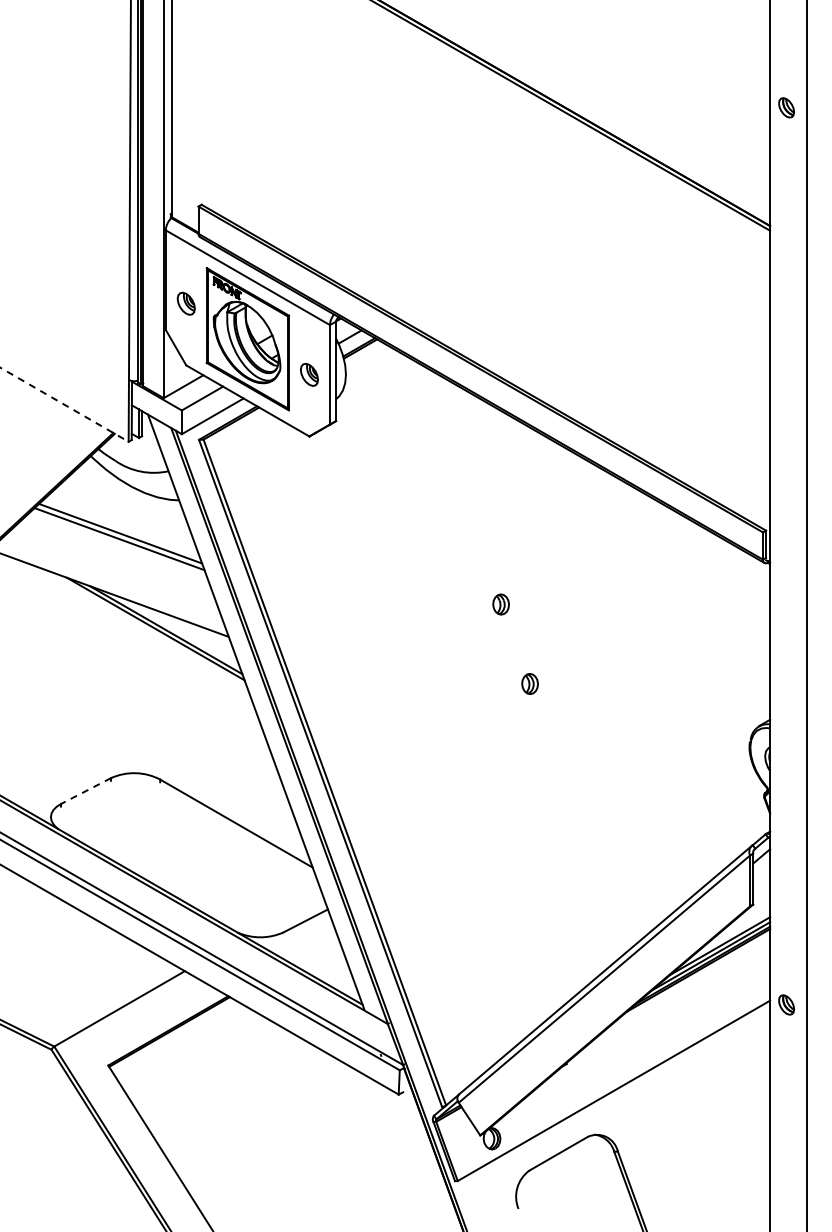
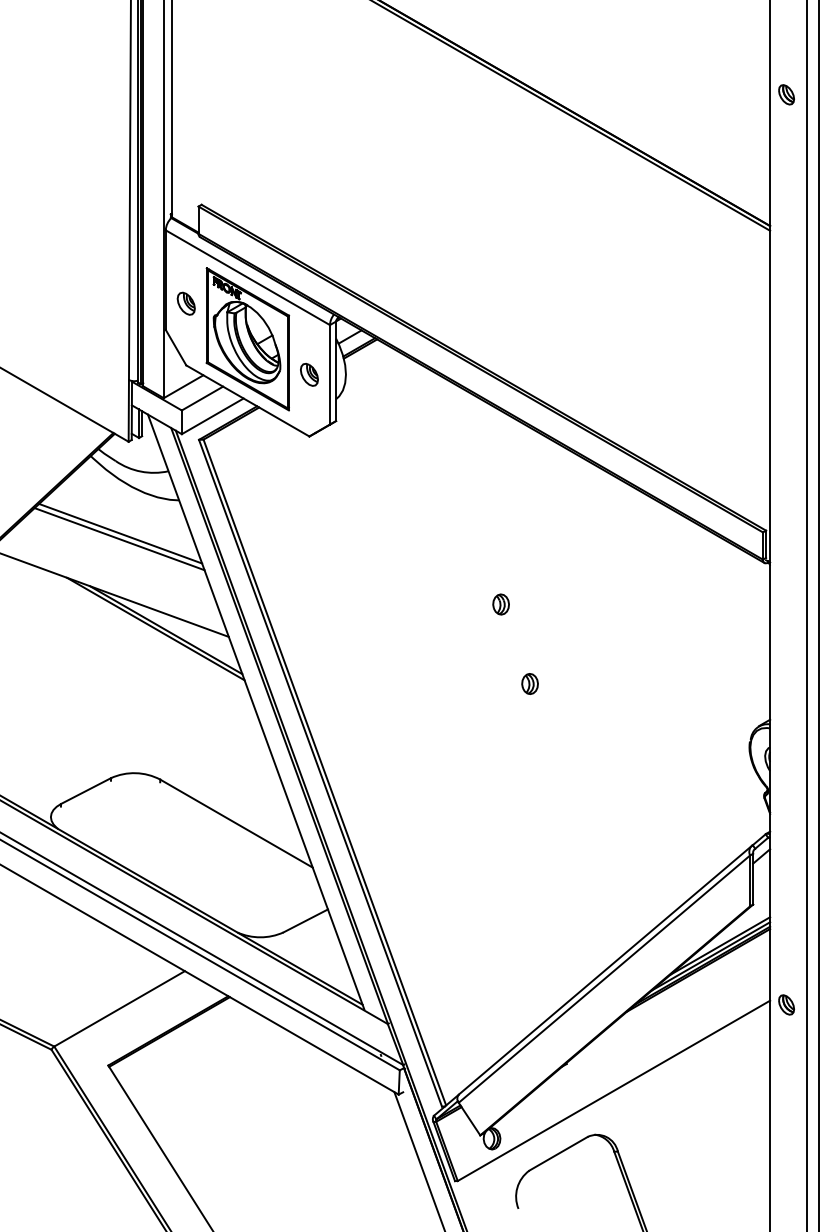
part at (786, 107) position: (786, 107) -> (786, 94)
line at (64, 404): dashed -> solid
line at (819, 615): none -> present
line at (85, 791): dashed -> solid
line at (419, 1160): none -> present
